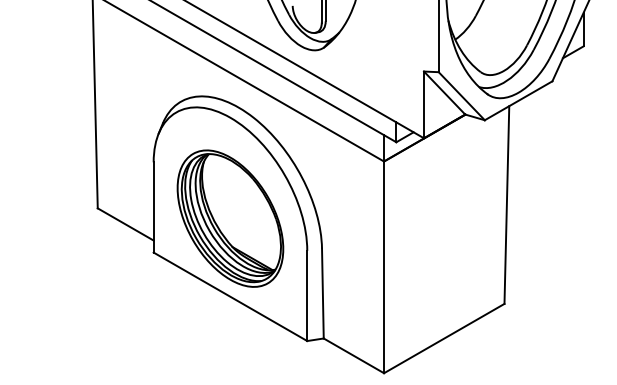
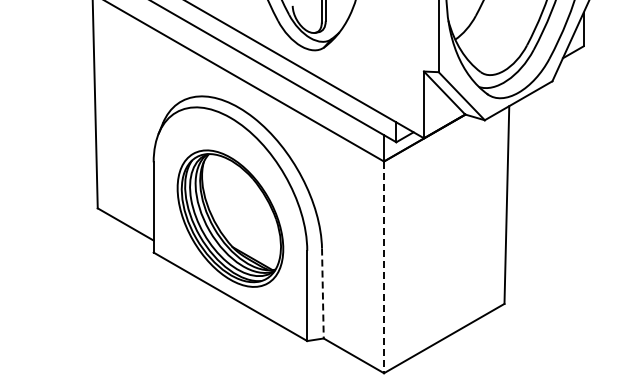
line at (384, 267): solid -> dashed
line at (322, 293): solid -> dashed
